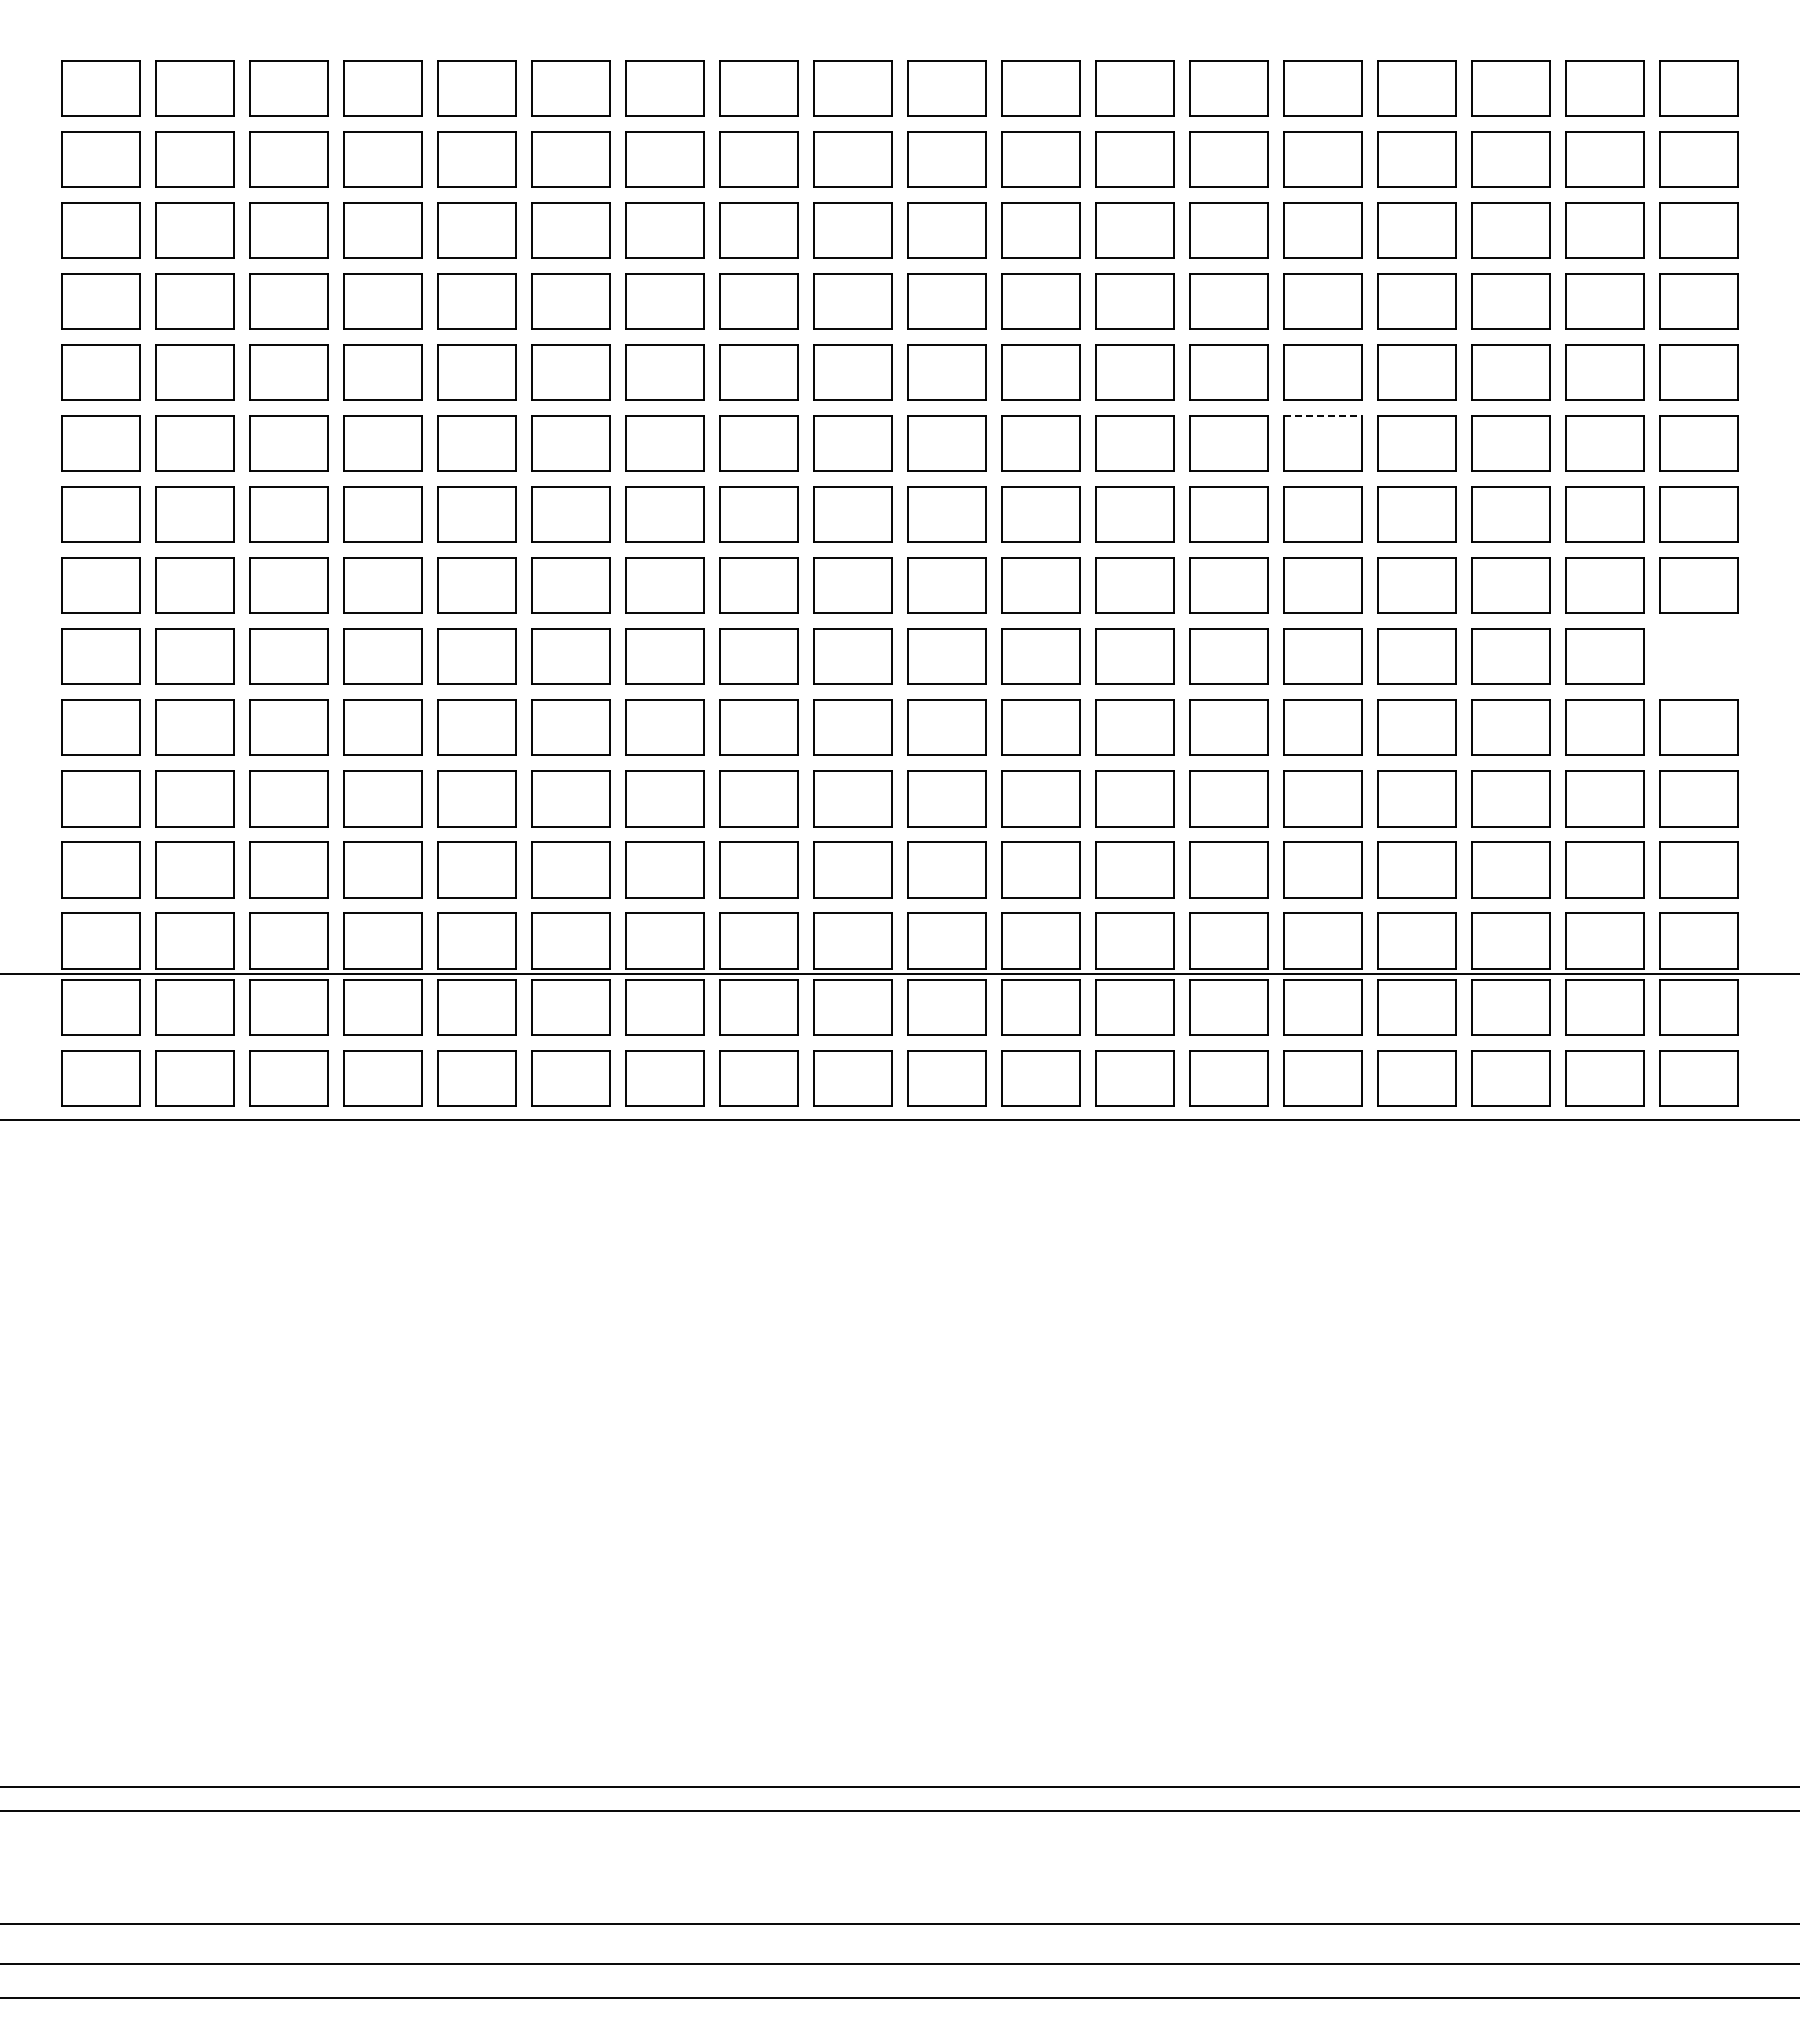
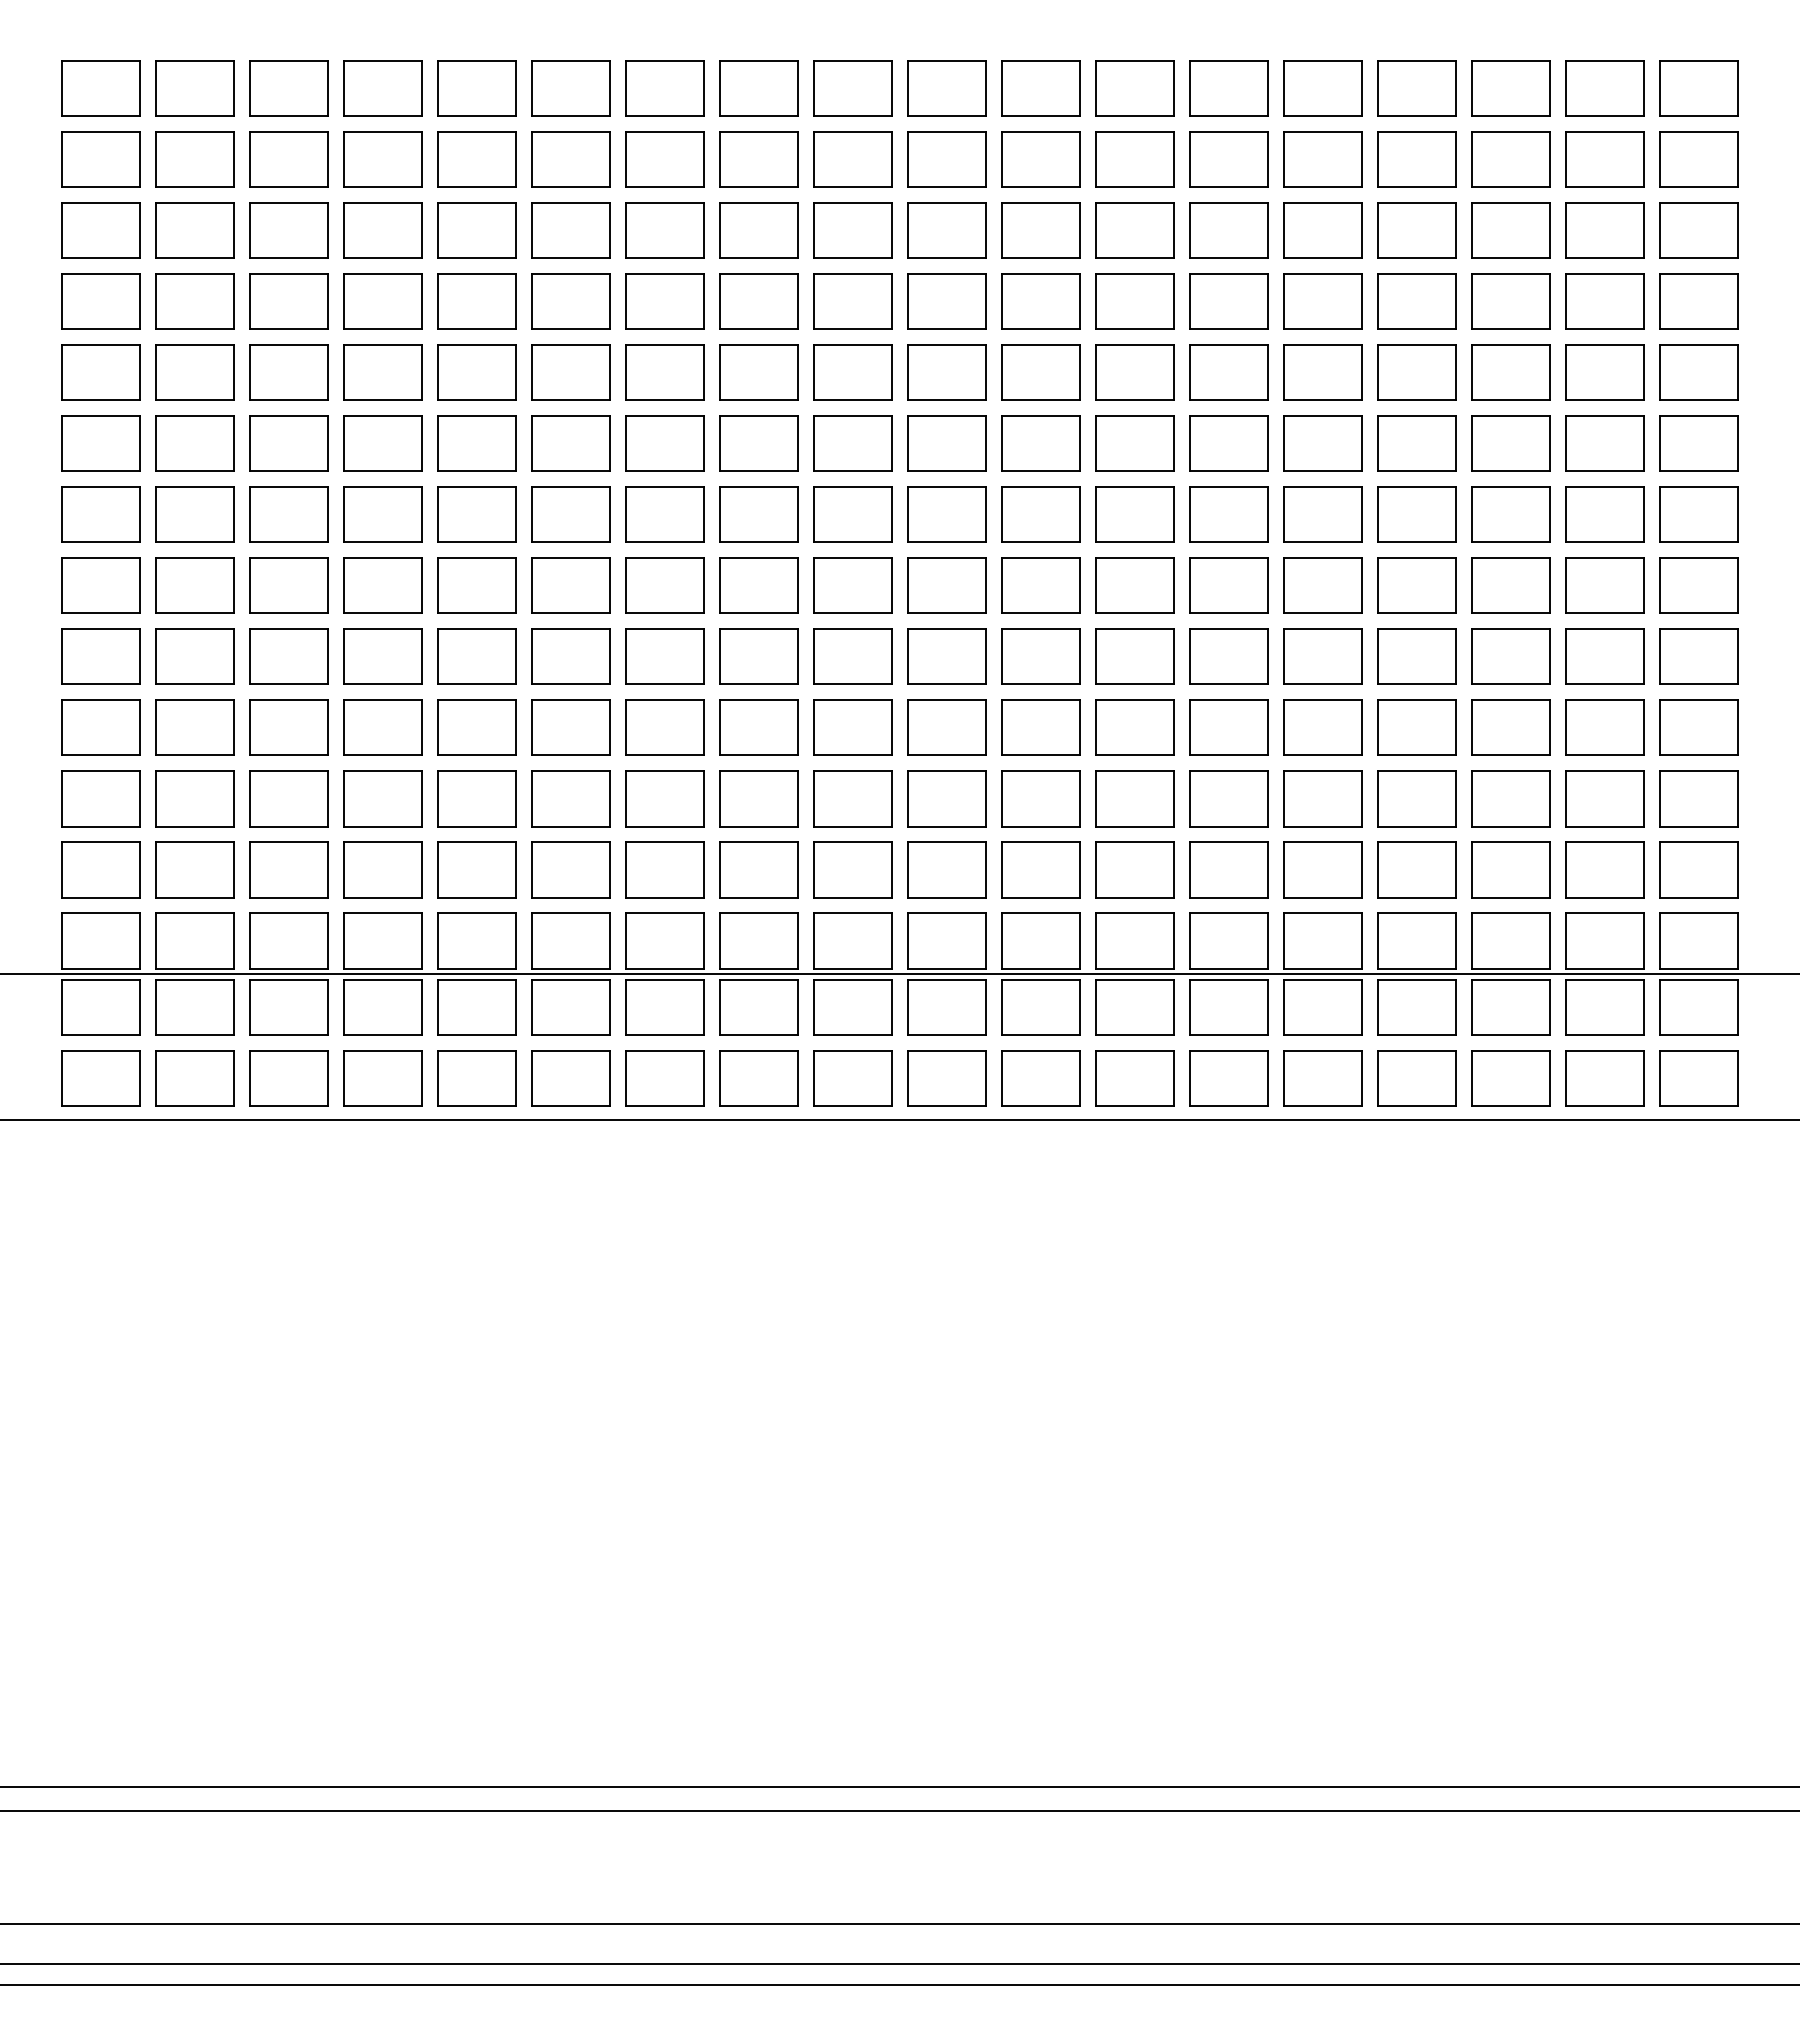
line at (1323, 415): dashed -> solid
part at (1698, 656): none -> present
line at (899, 1997) position: (899, 1997) -> (899, 1984)
